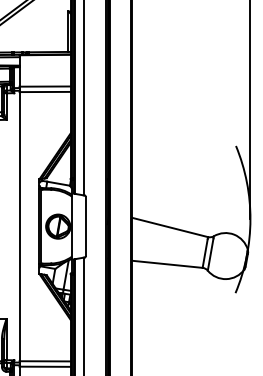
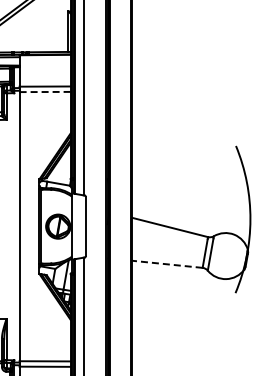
line at (45, 92): solid -> dashed
line at (250, 110): present -> none
line at (166, 264): solid -> dashed
